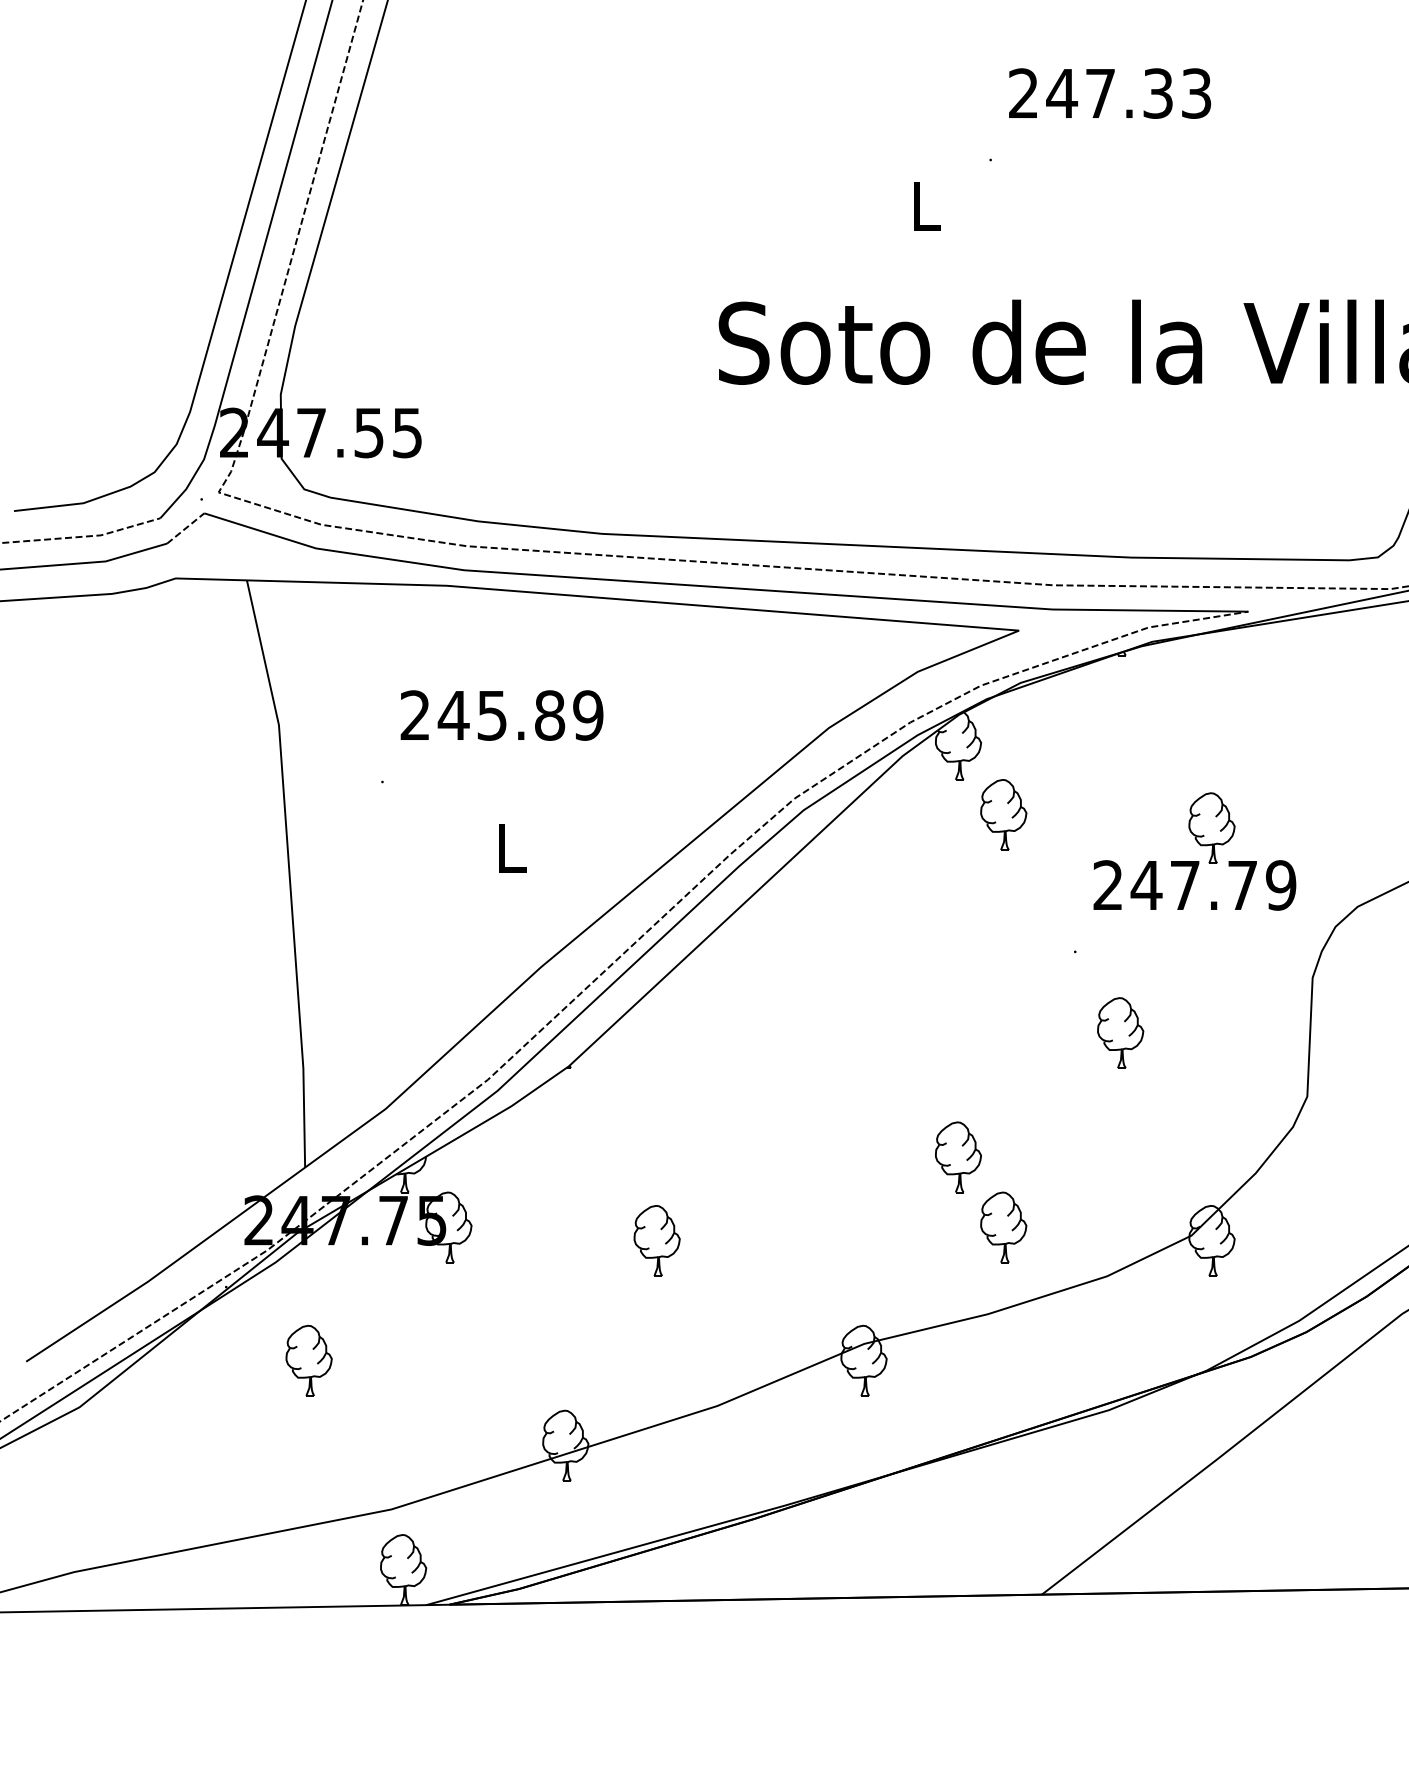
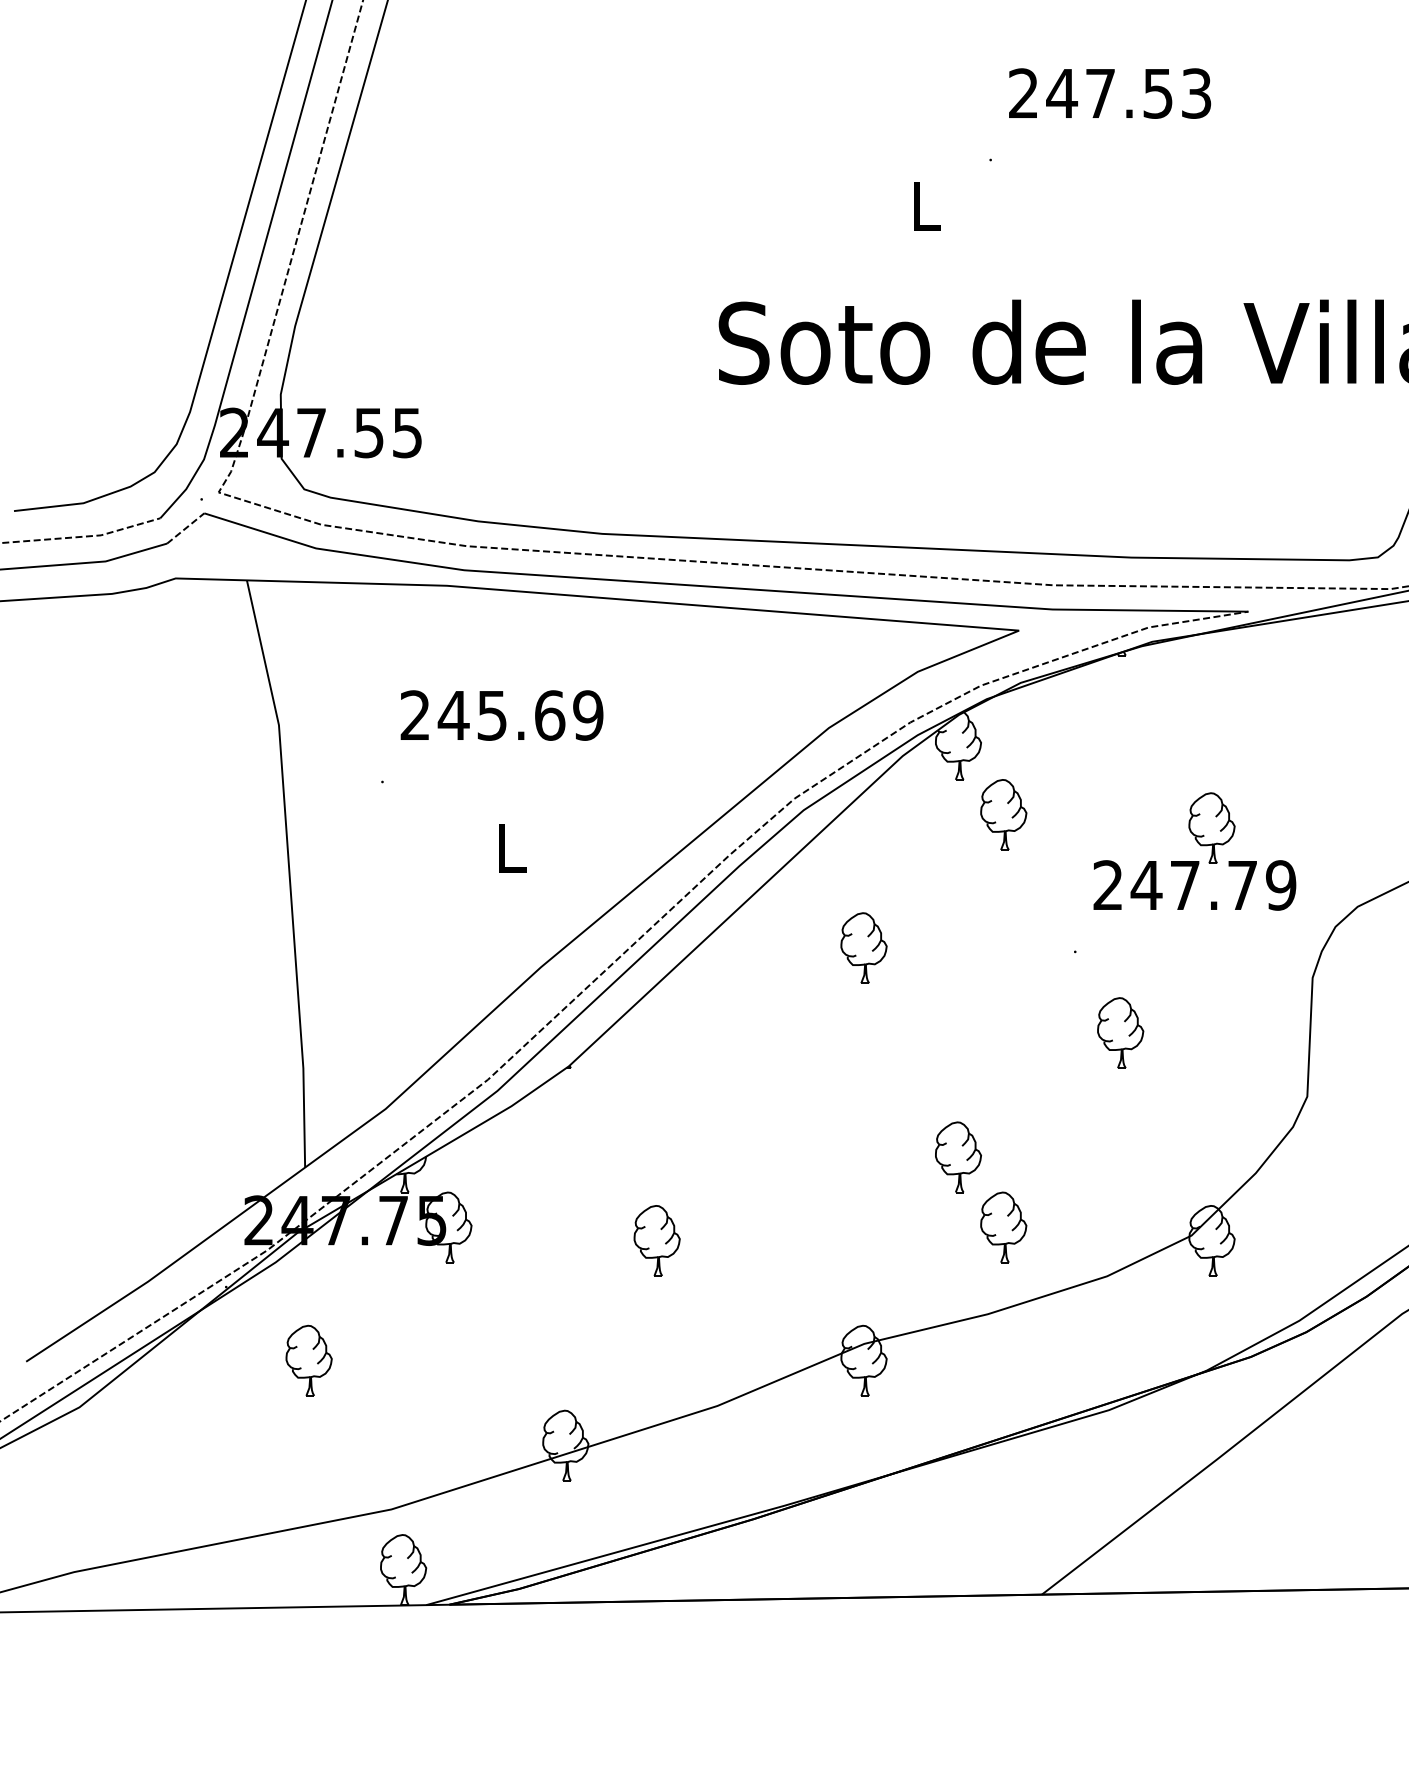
text at (1158, 93): 247.33 -> 247.53
text at (550, 715): 245.89 -> 245.69
part at (863, 947): none -> present
